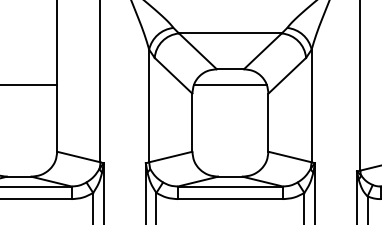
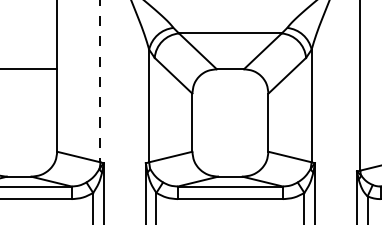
line at (100, 81): solid -> dashed
line at (29, 85) position: (29, 85) -> (29, 69)
line at (229, 85): present -> none
